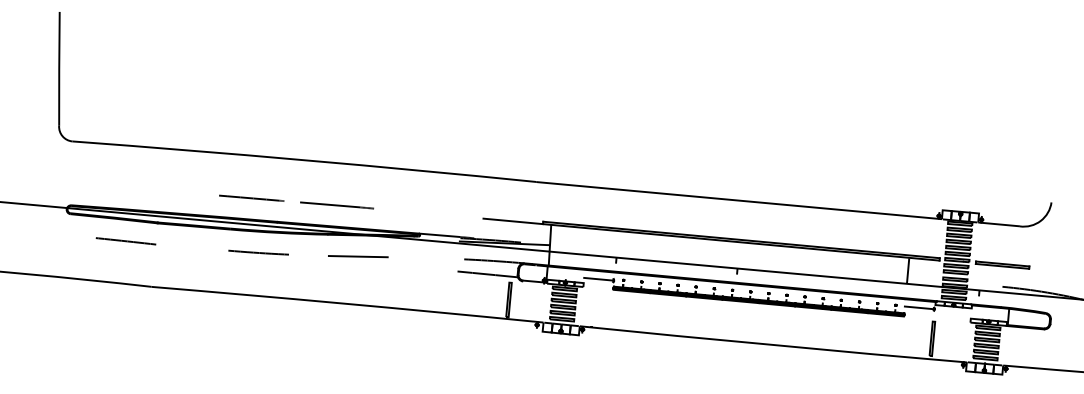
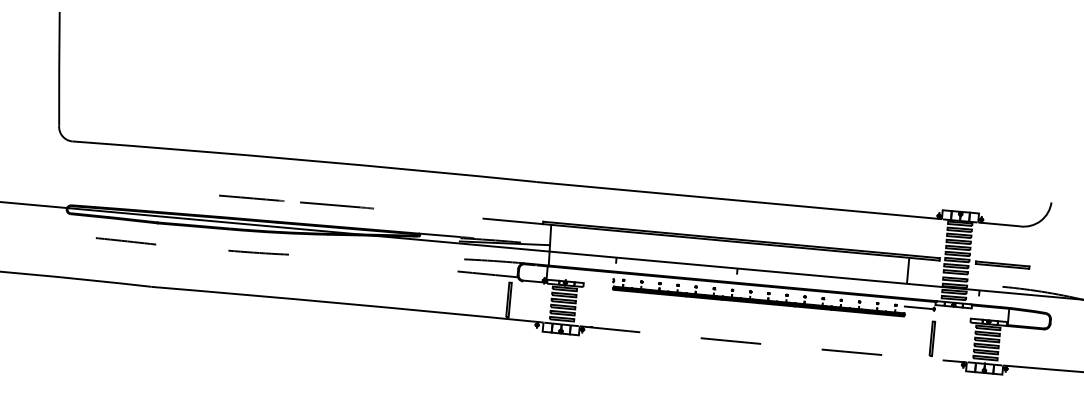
line at (358, 256): present -> none
line at (598, 278): present -> none
arc at (773, 345): solid -> dashed
